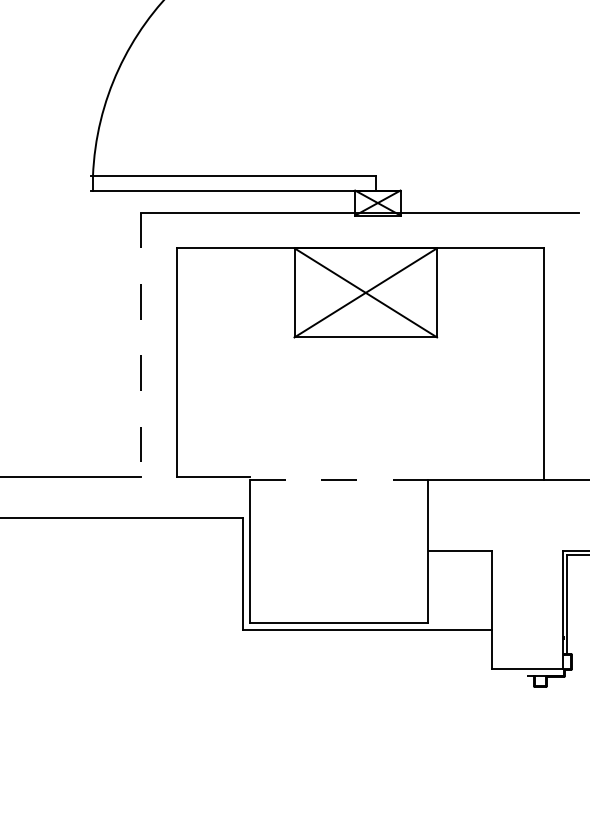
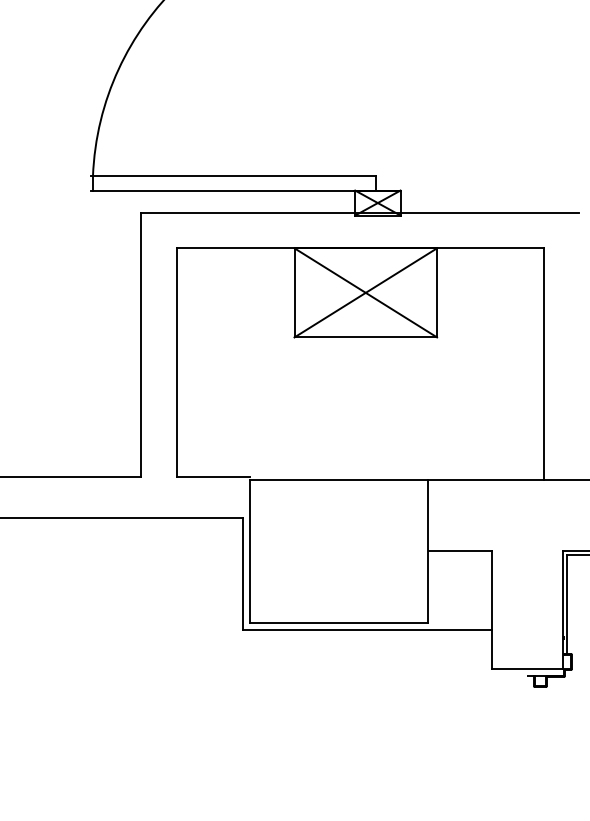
line at (141, 345): dashed -> solid
line at (339, 479): dashed -> solid
